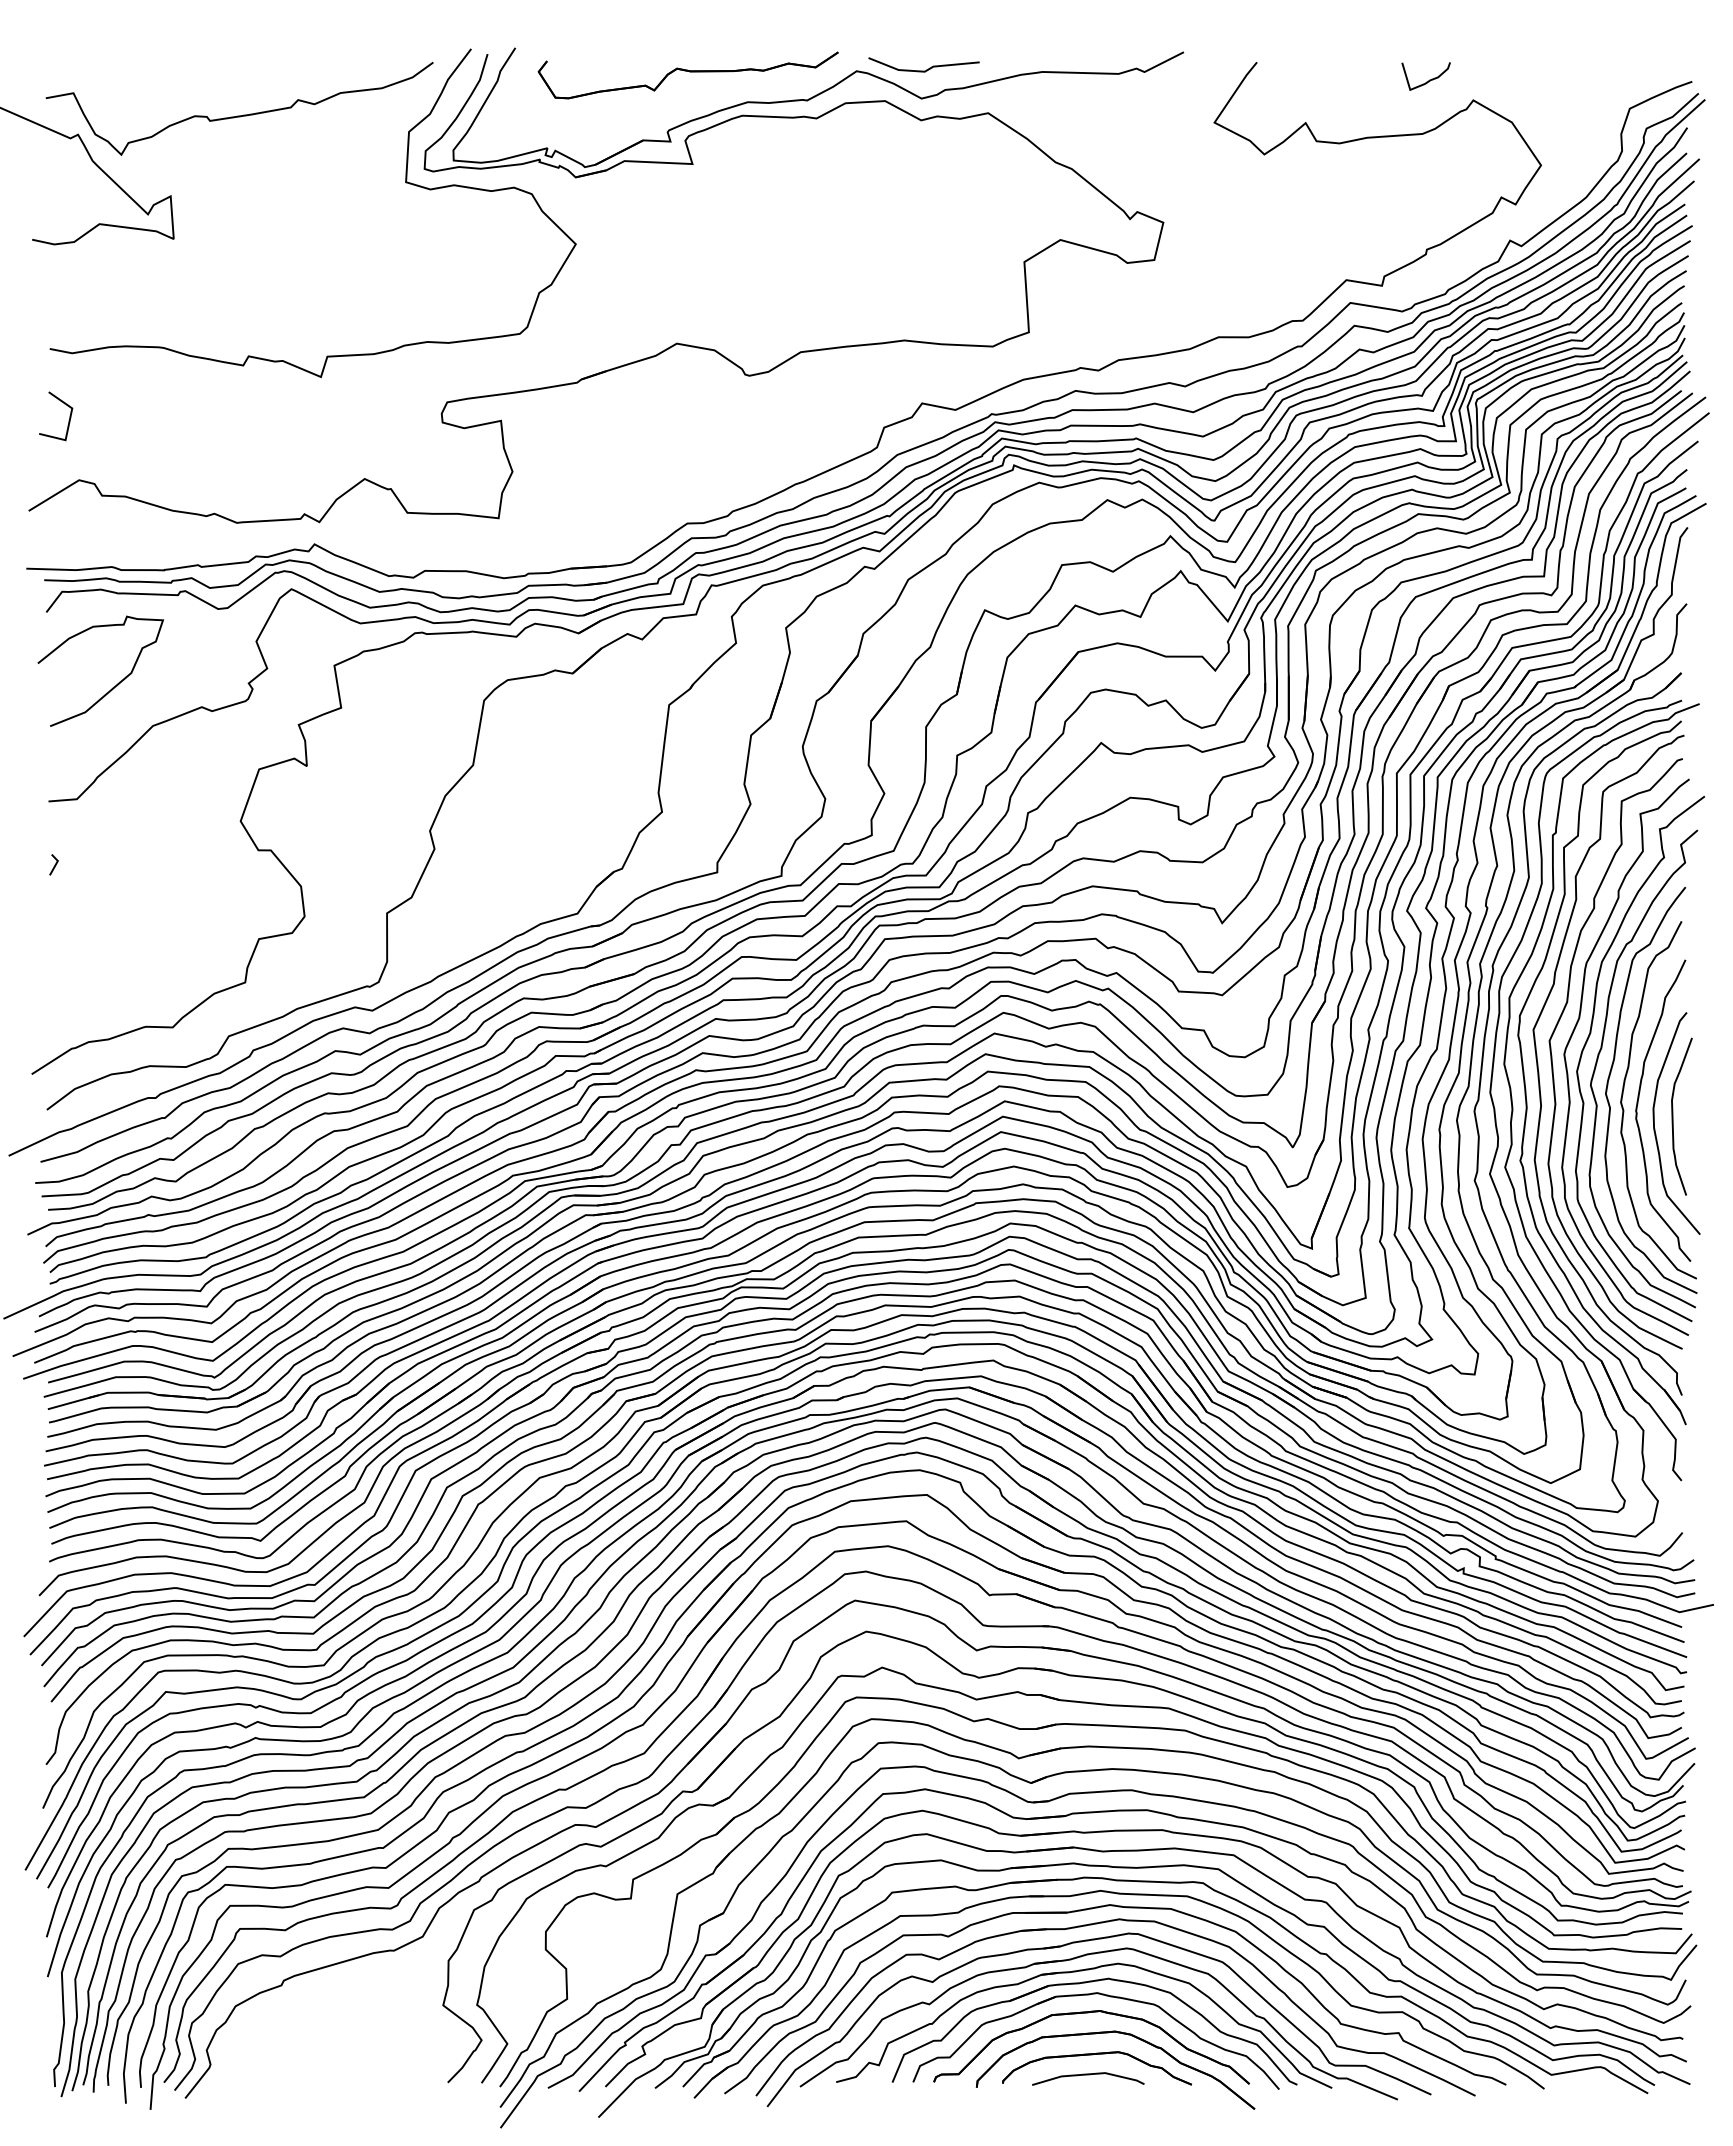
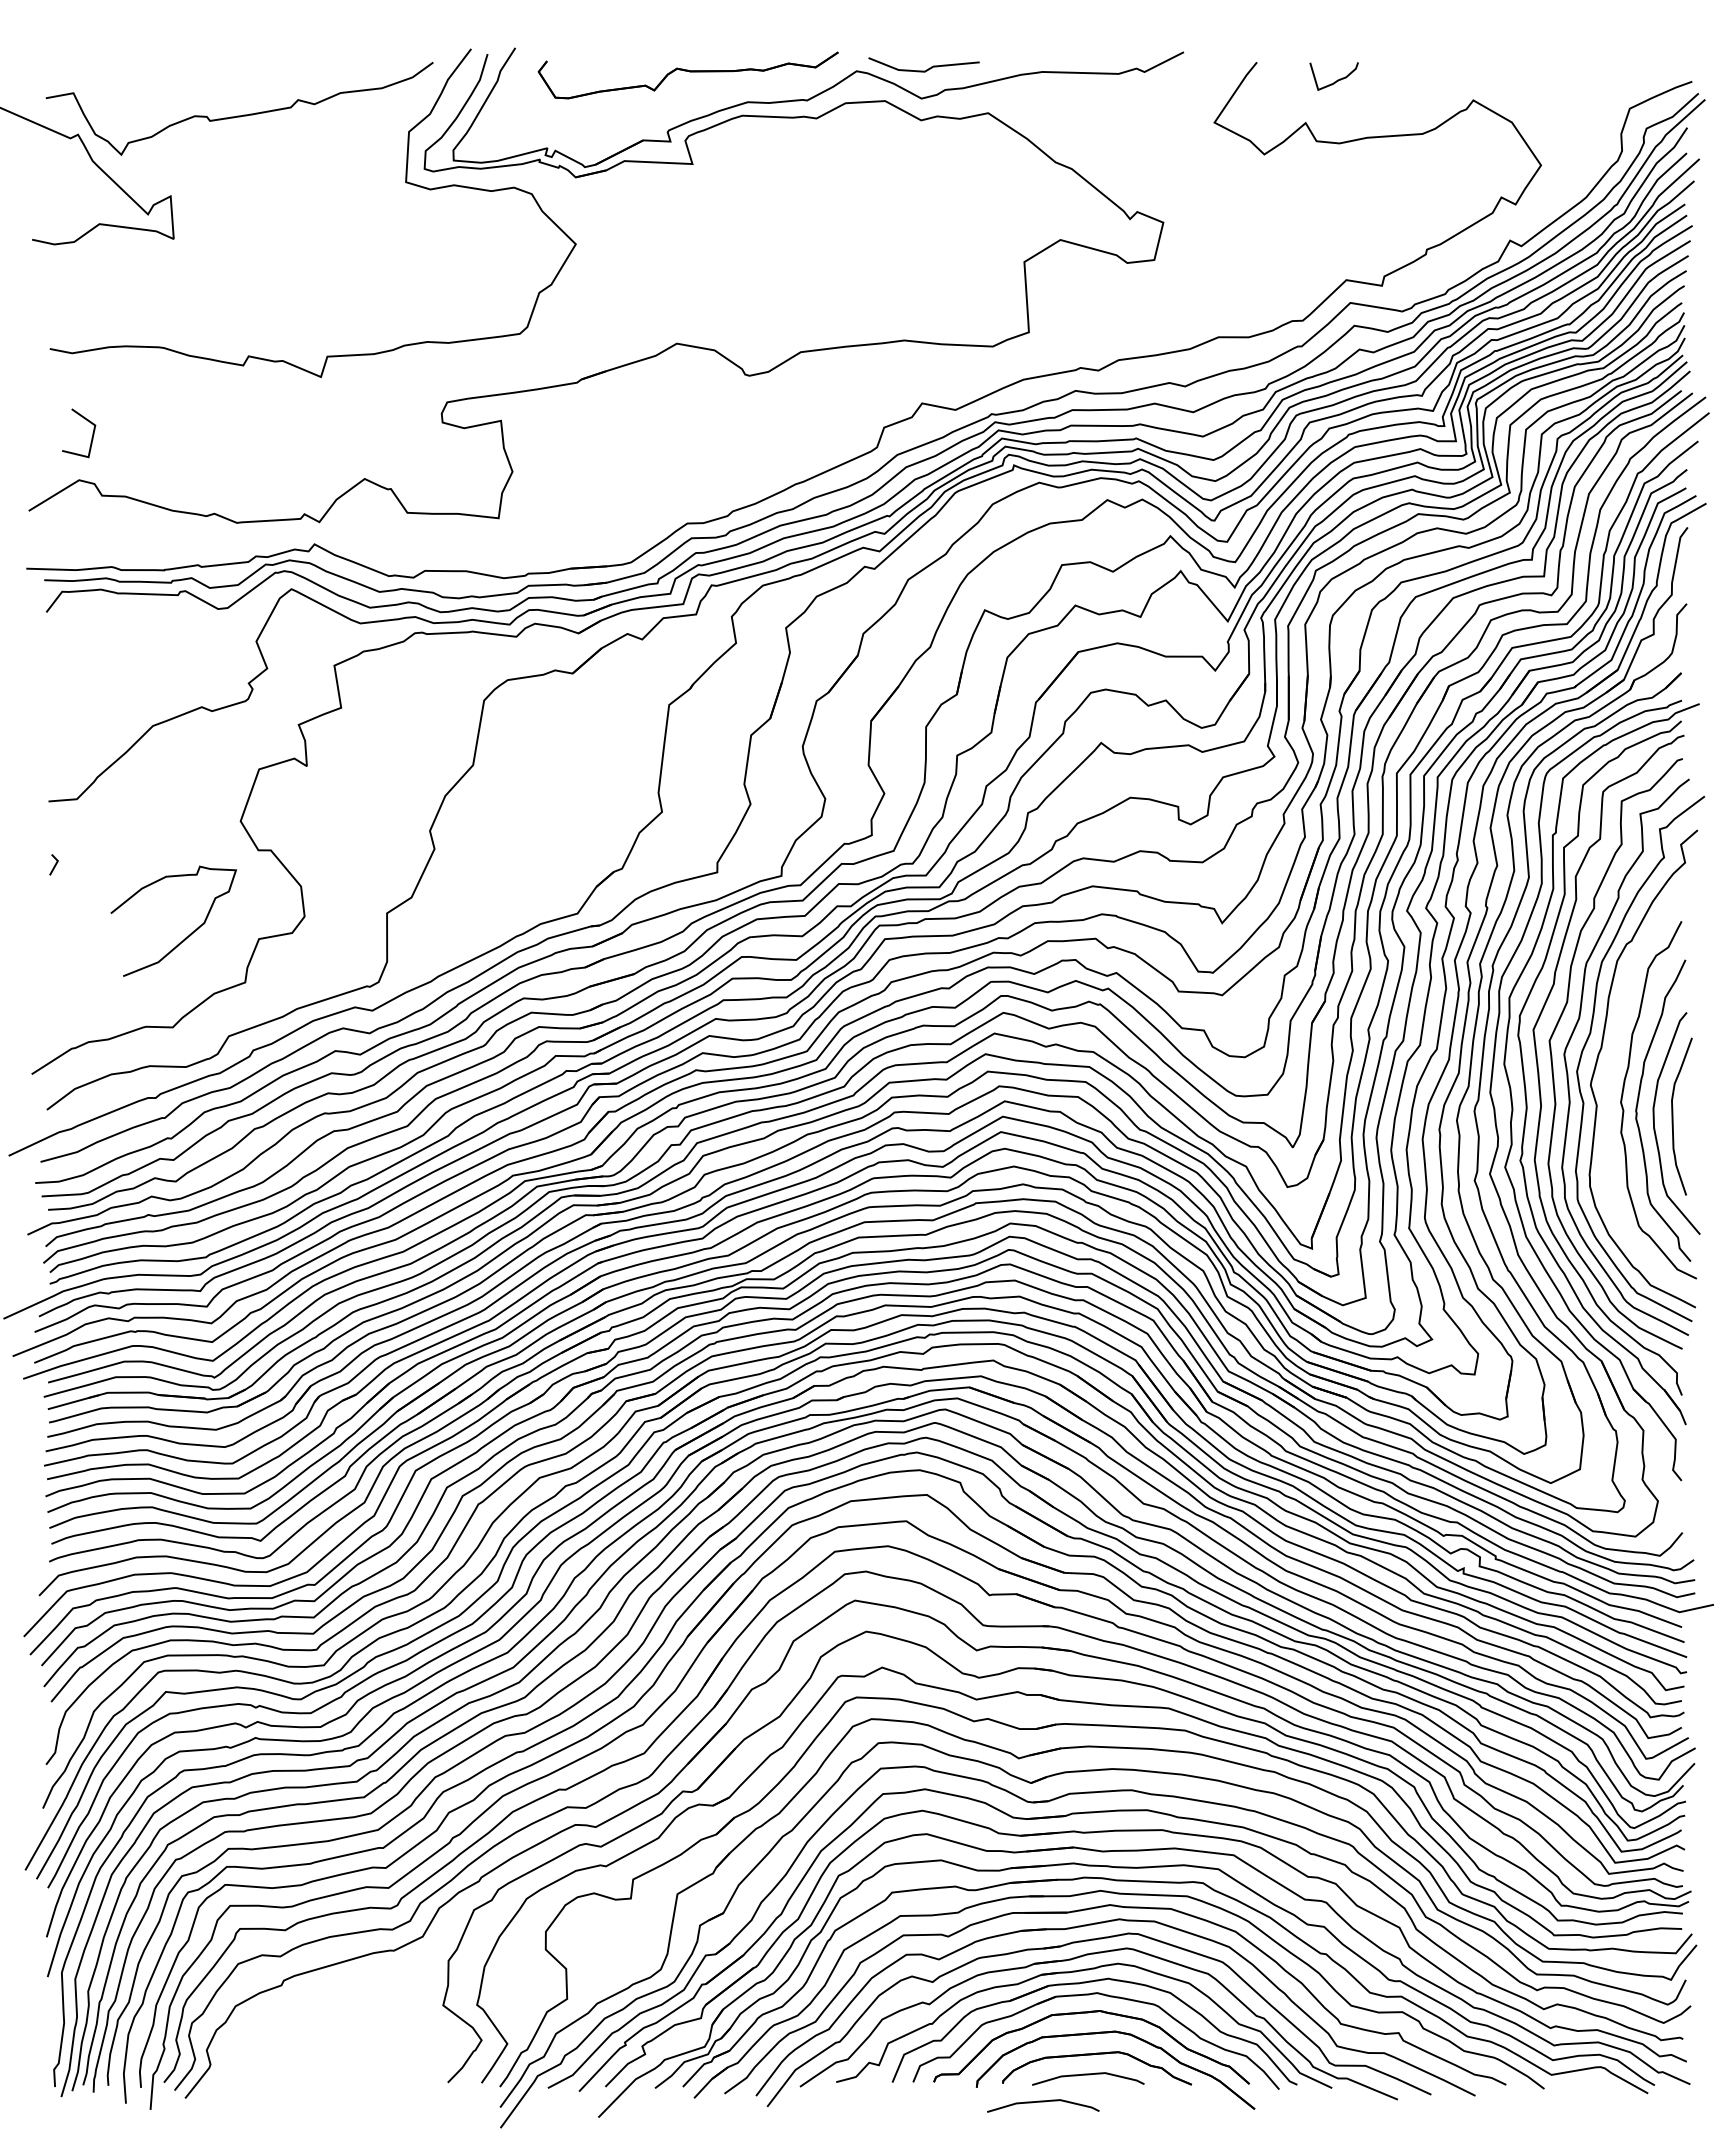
curve at (1429, 79) position: (1429, 79) -> (1337, 79)
line at (68, 420) position: (68, 420) -> (91, 437)
curve at (113, 686) position: (113, 686) -> (186, 936)
curve at (1608, 1085): present -> none
line at (1043, 2102): none -> present
